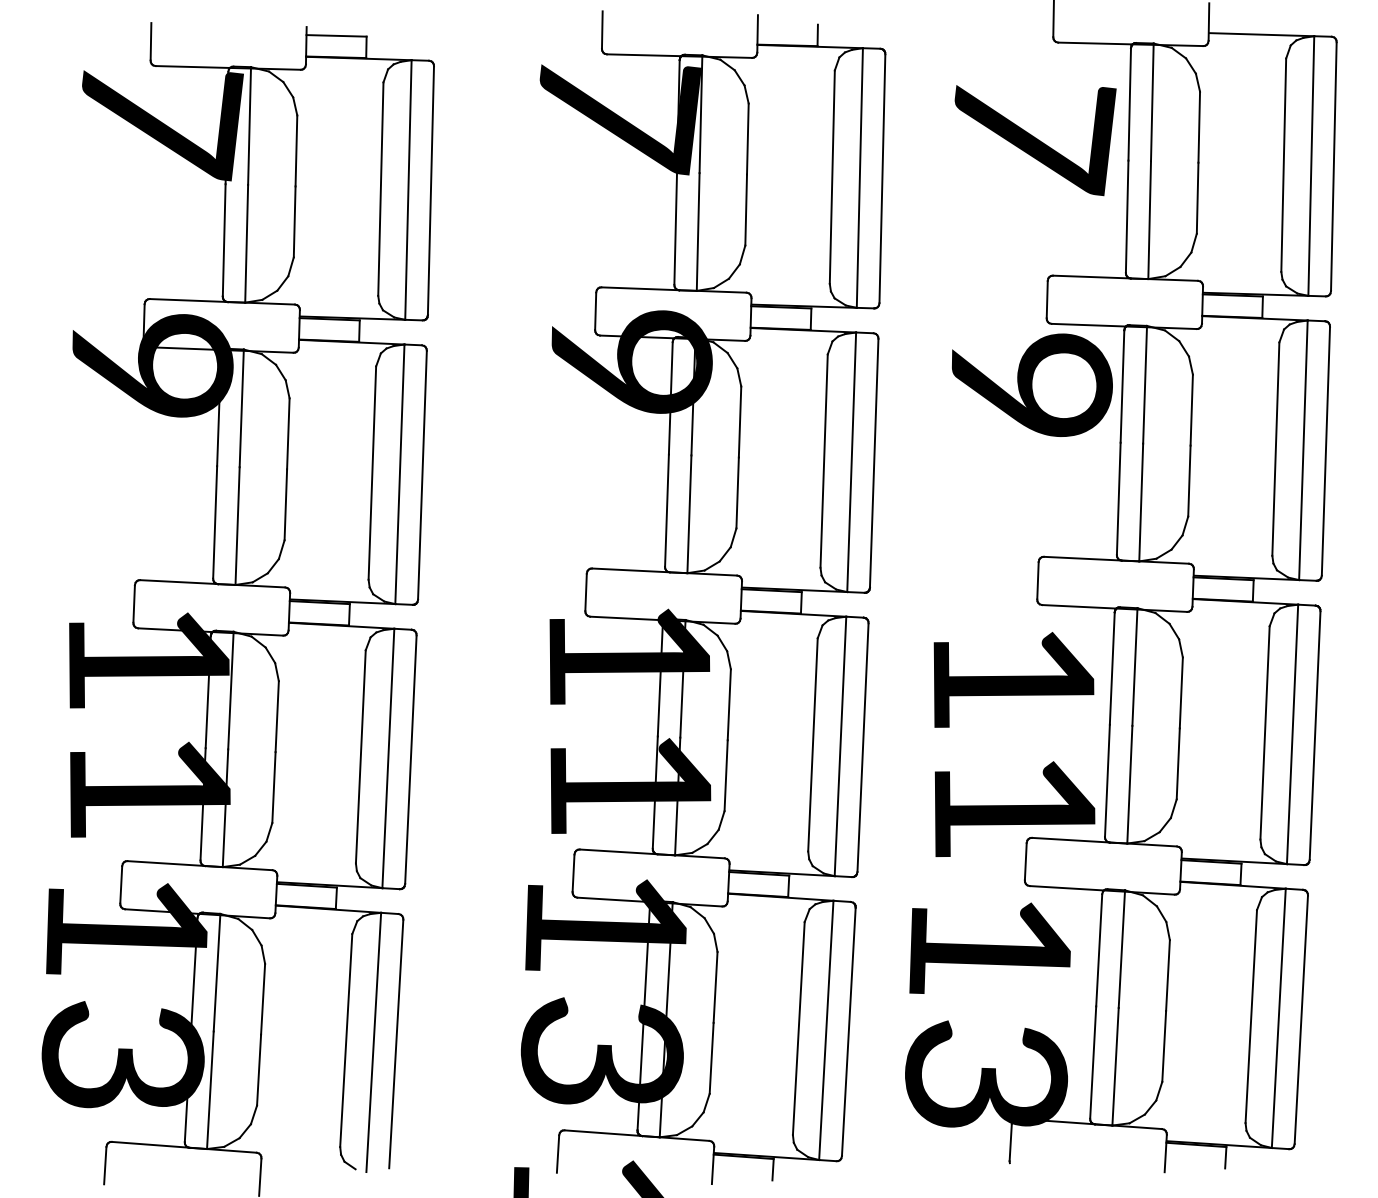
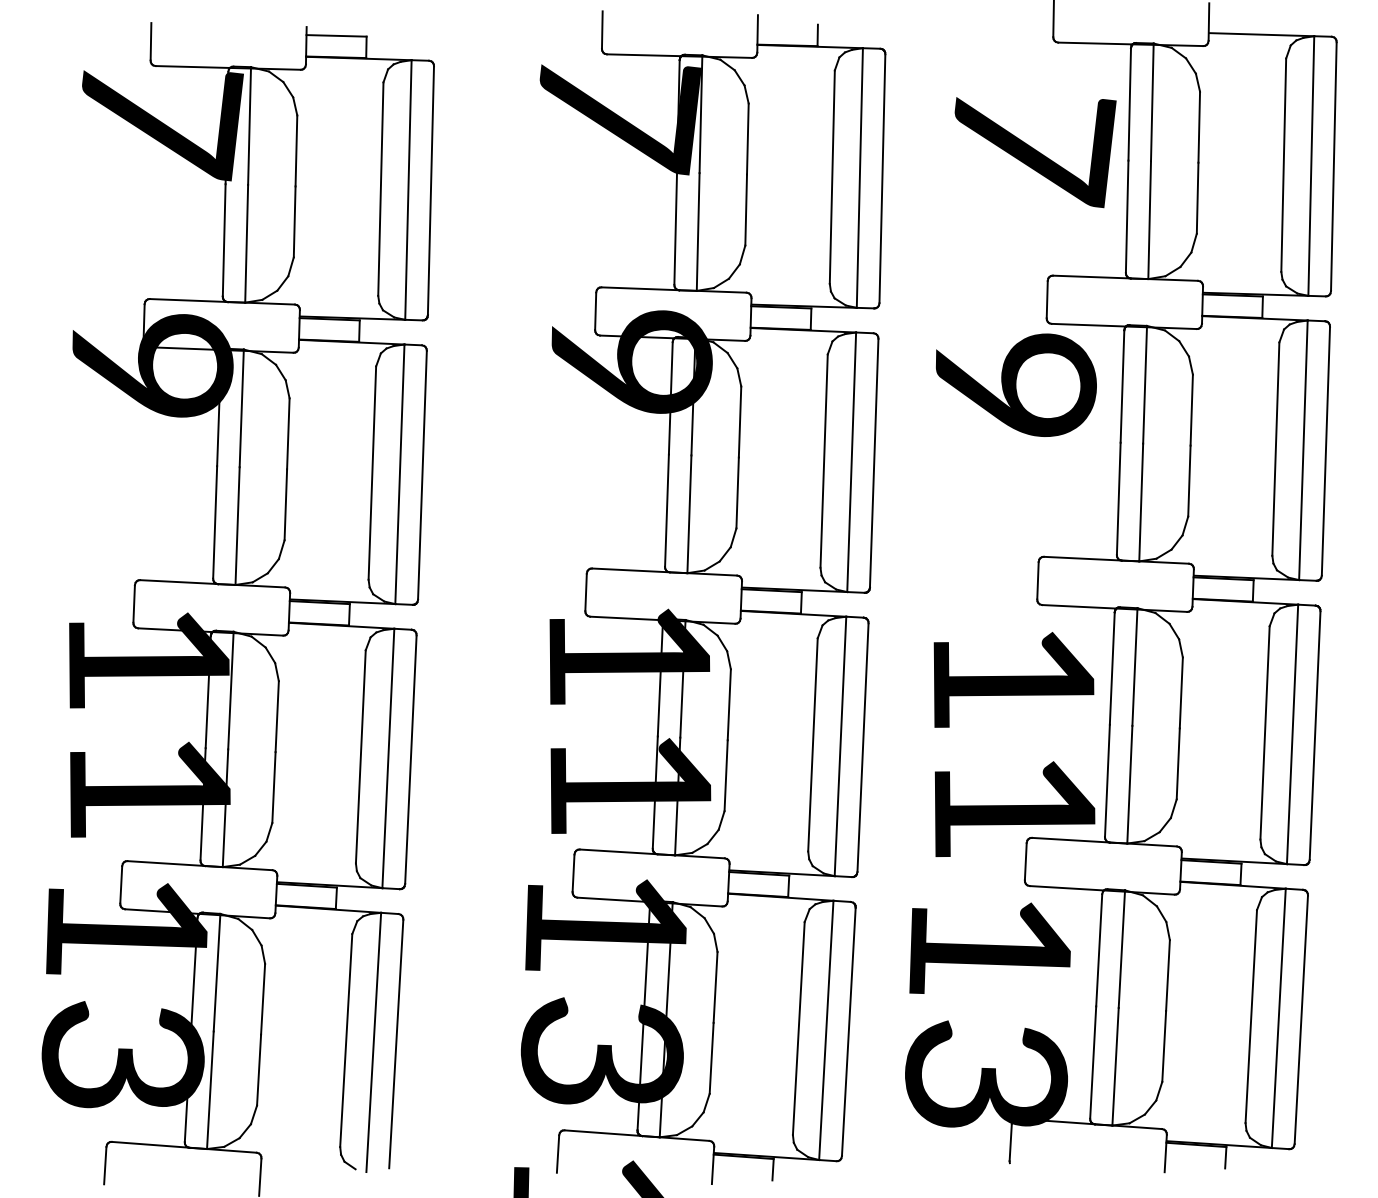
text at (1035, 140) position: (1035, 140) -> (1035, 152)
text at (1032, 384) position: (1032, 384) -> (1016, 384)
